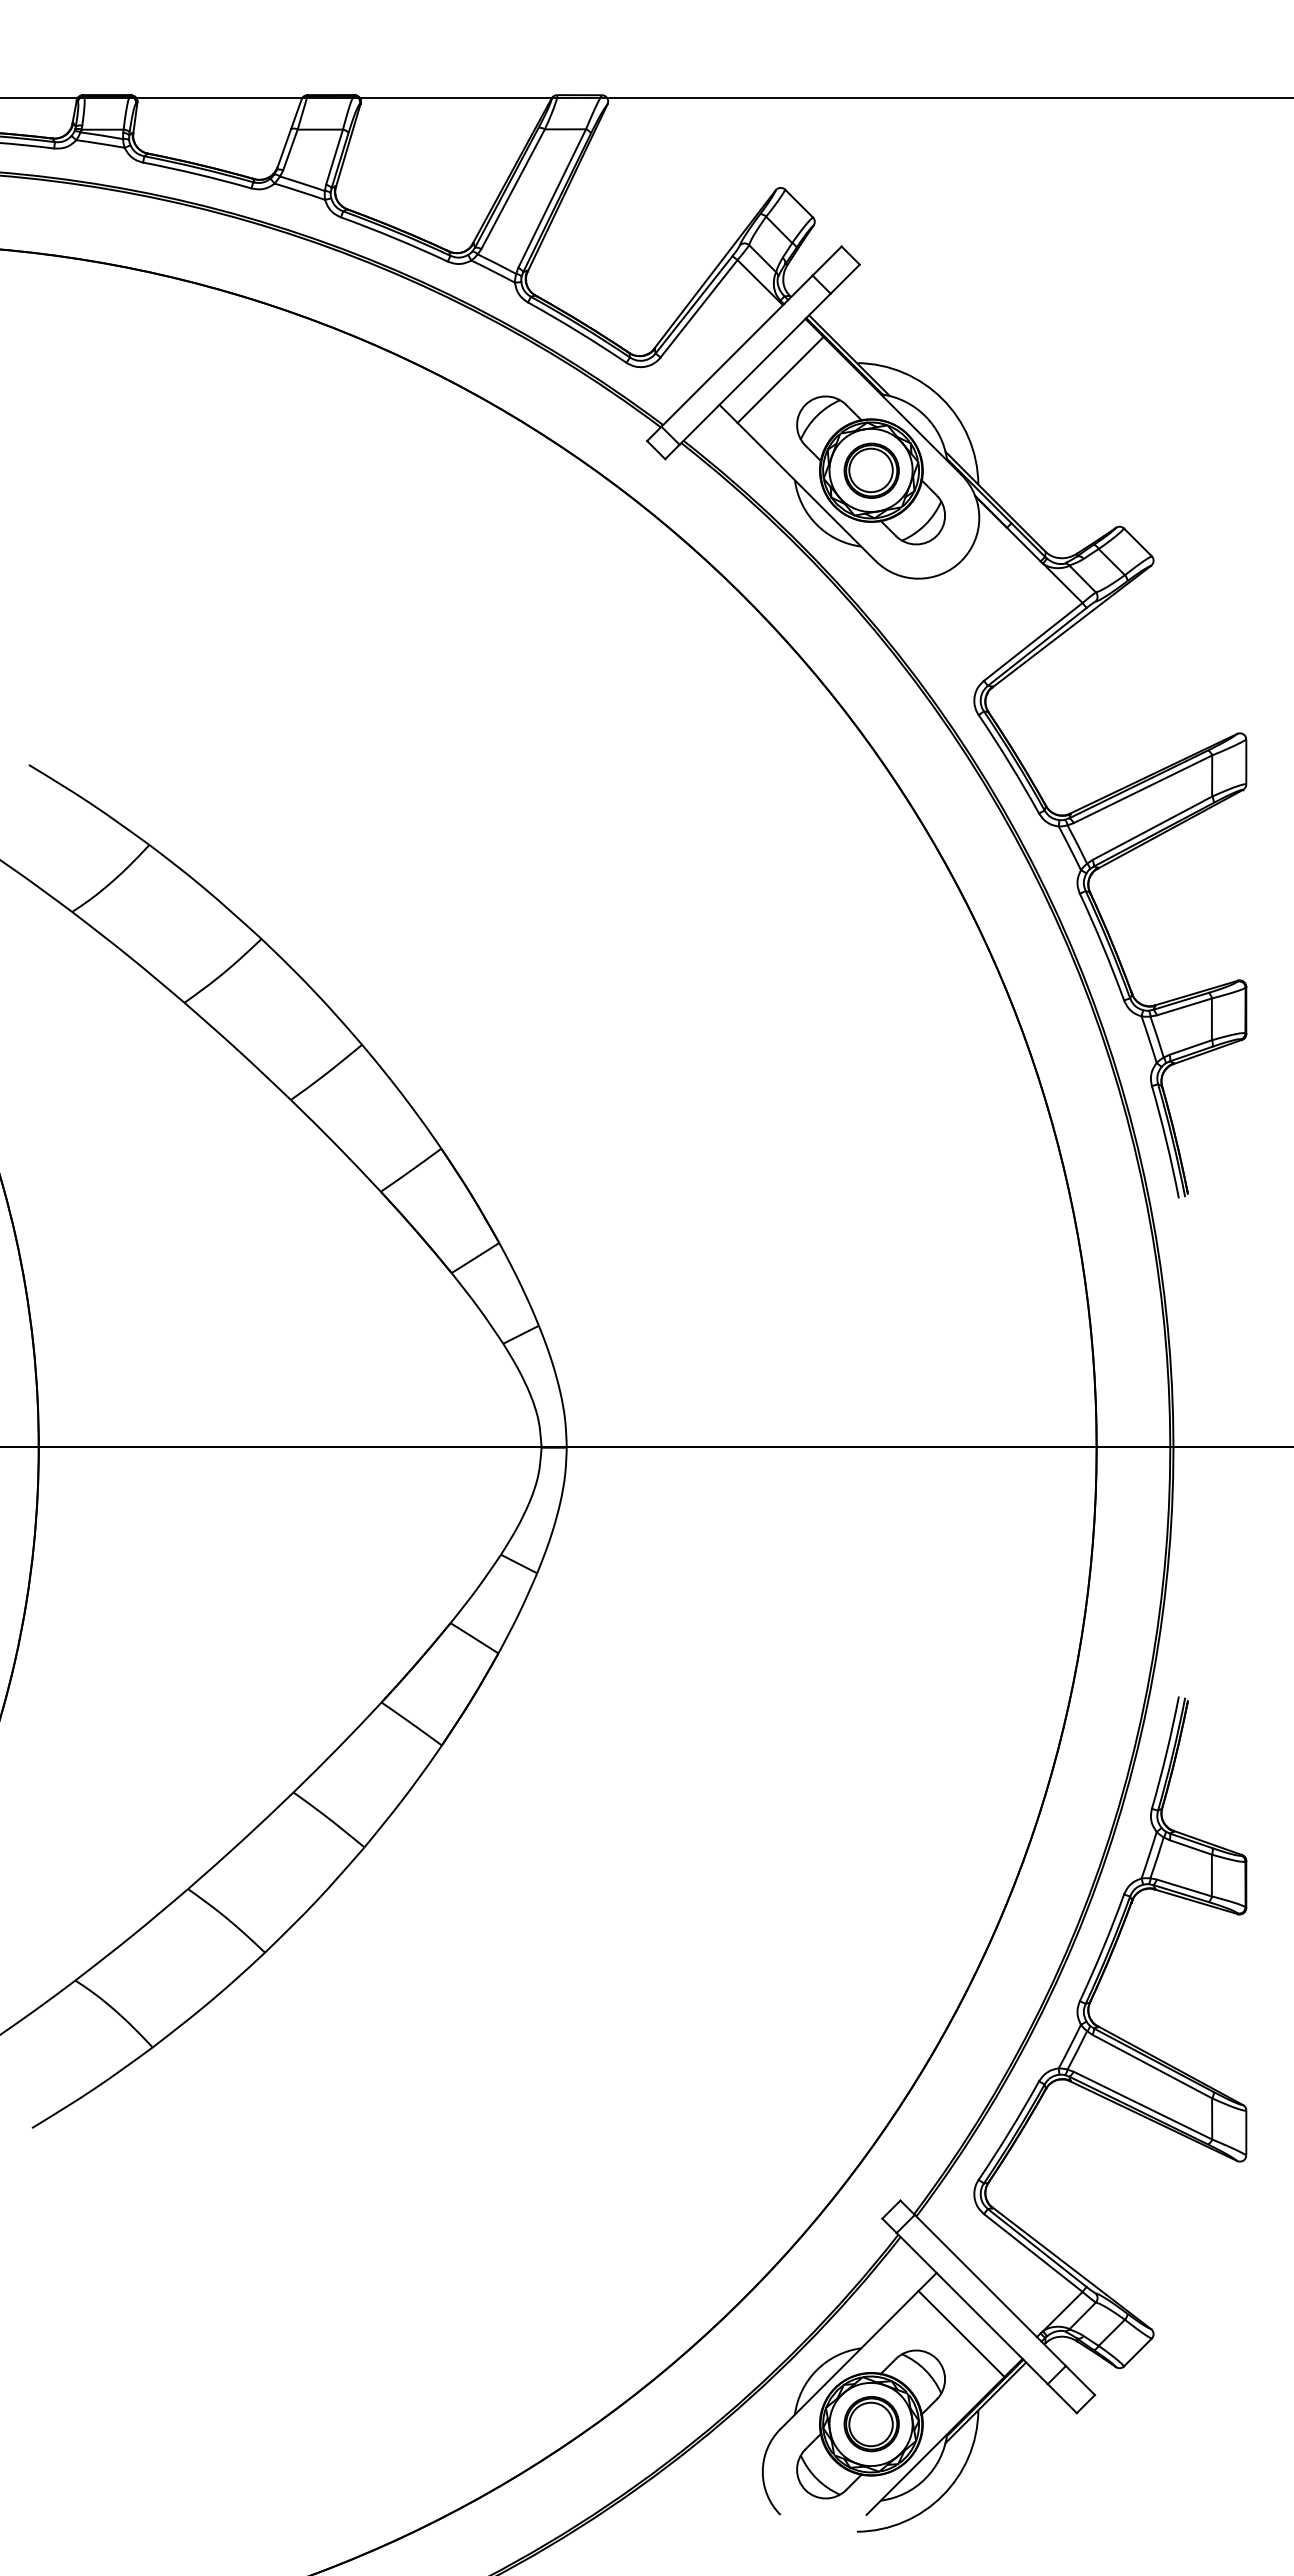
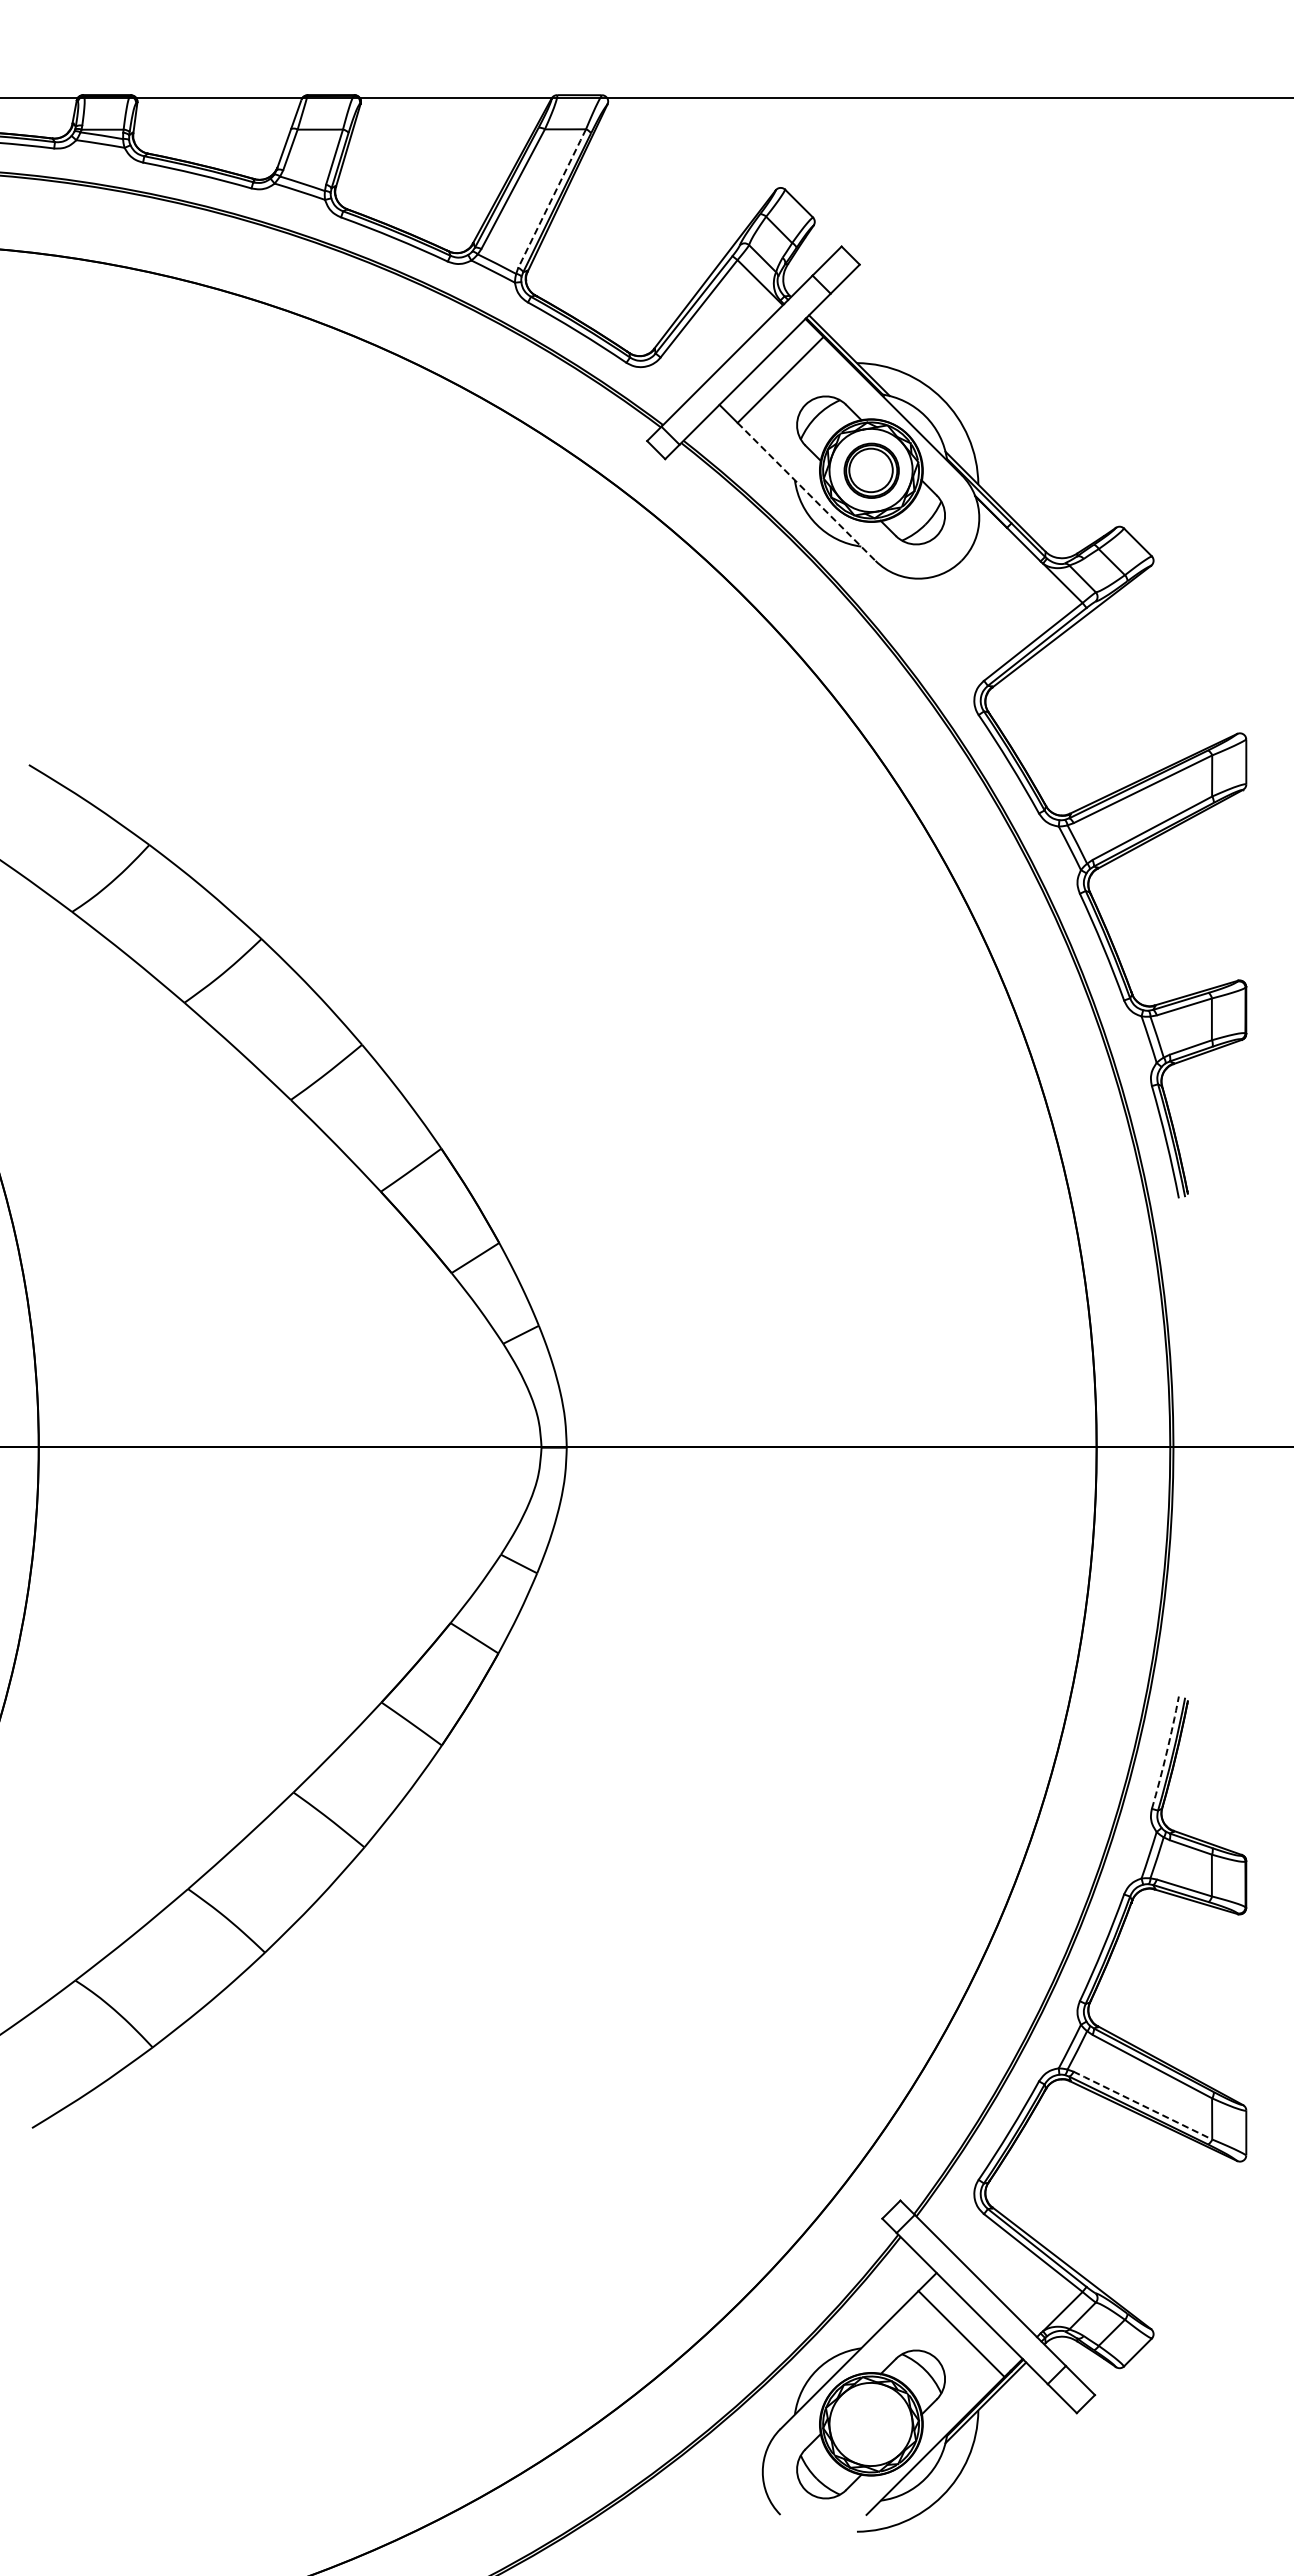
line at (552, 197): solid -> dashed
line at (806, 491): solid -> dashed
arc at (1166, 1752): solid -> dashed
line at (1141, 2104): solid -> dashed
part at (871, 2424): present -> none
